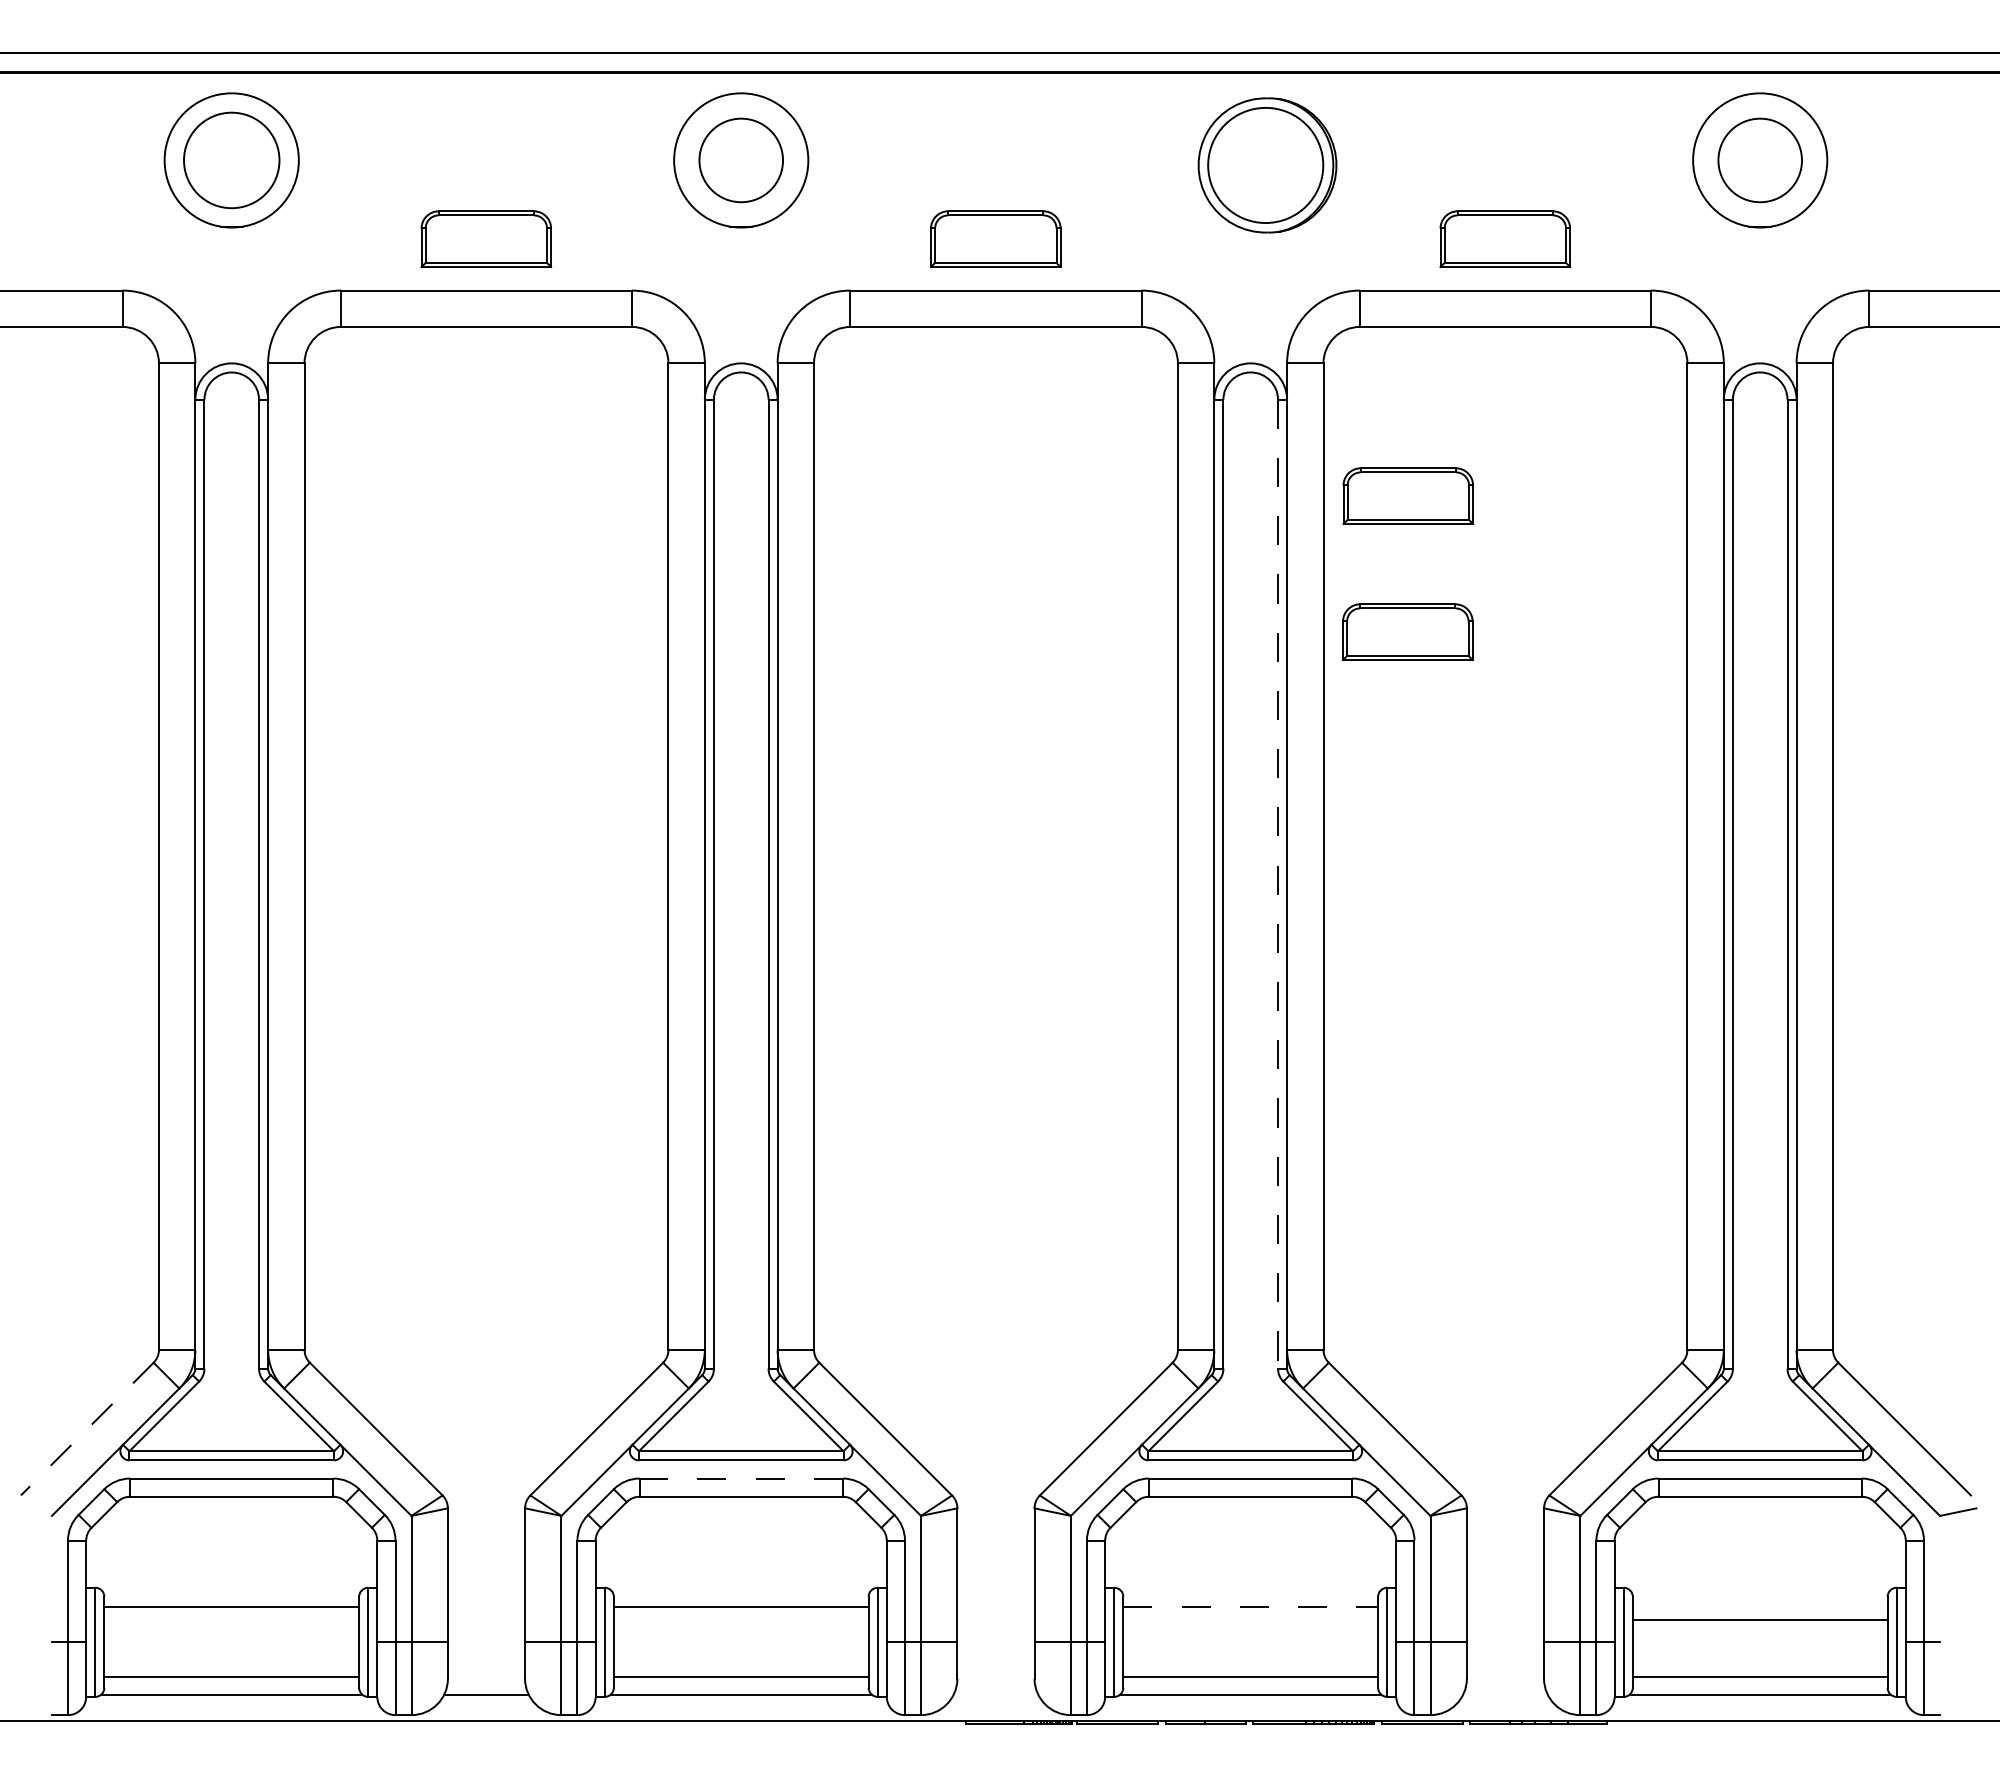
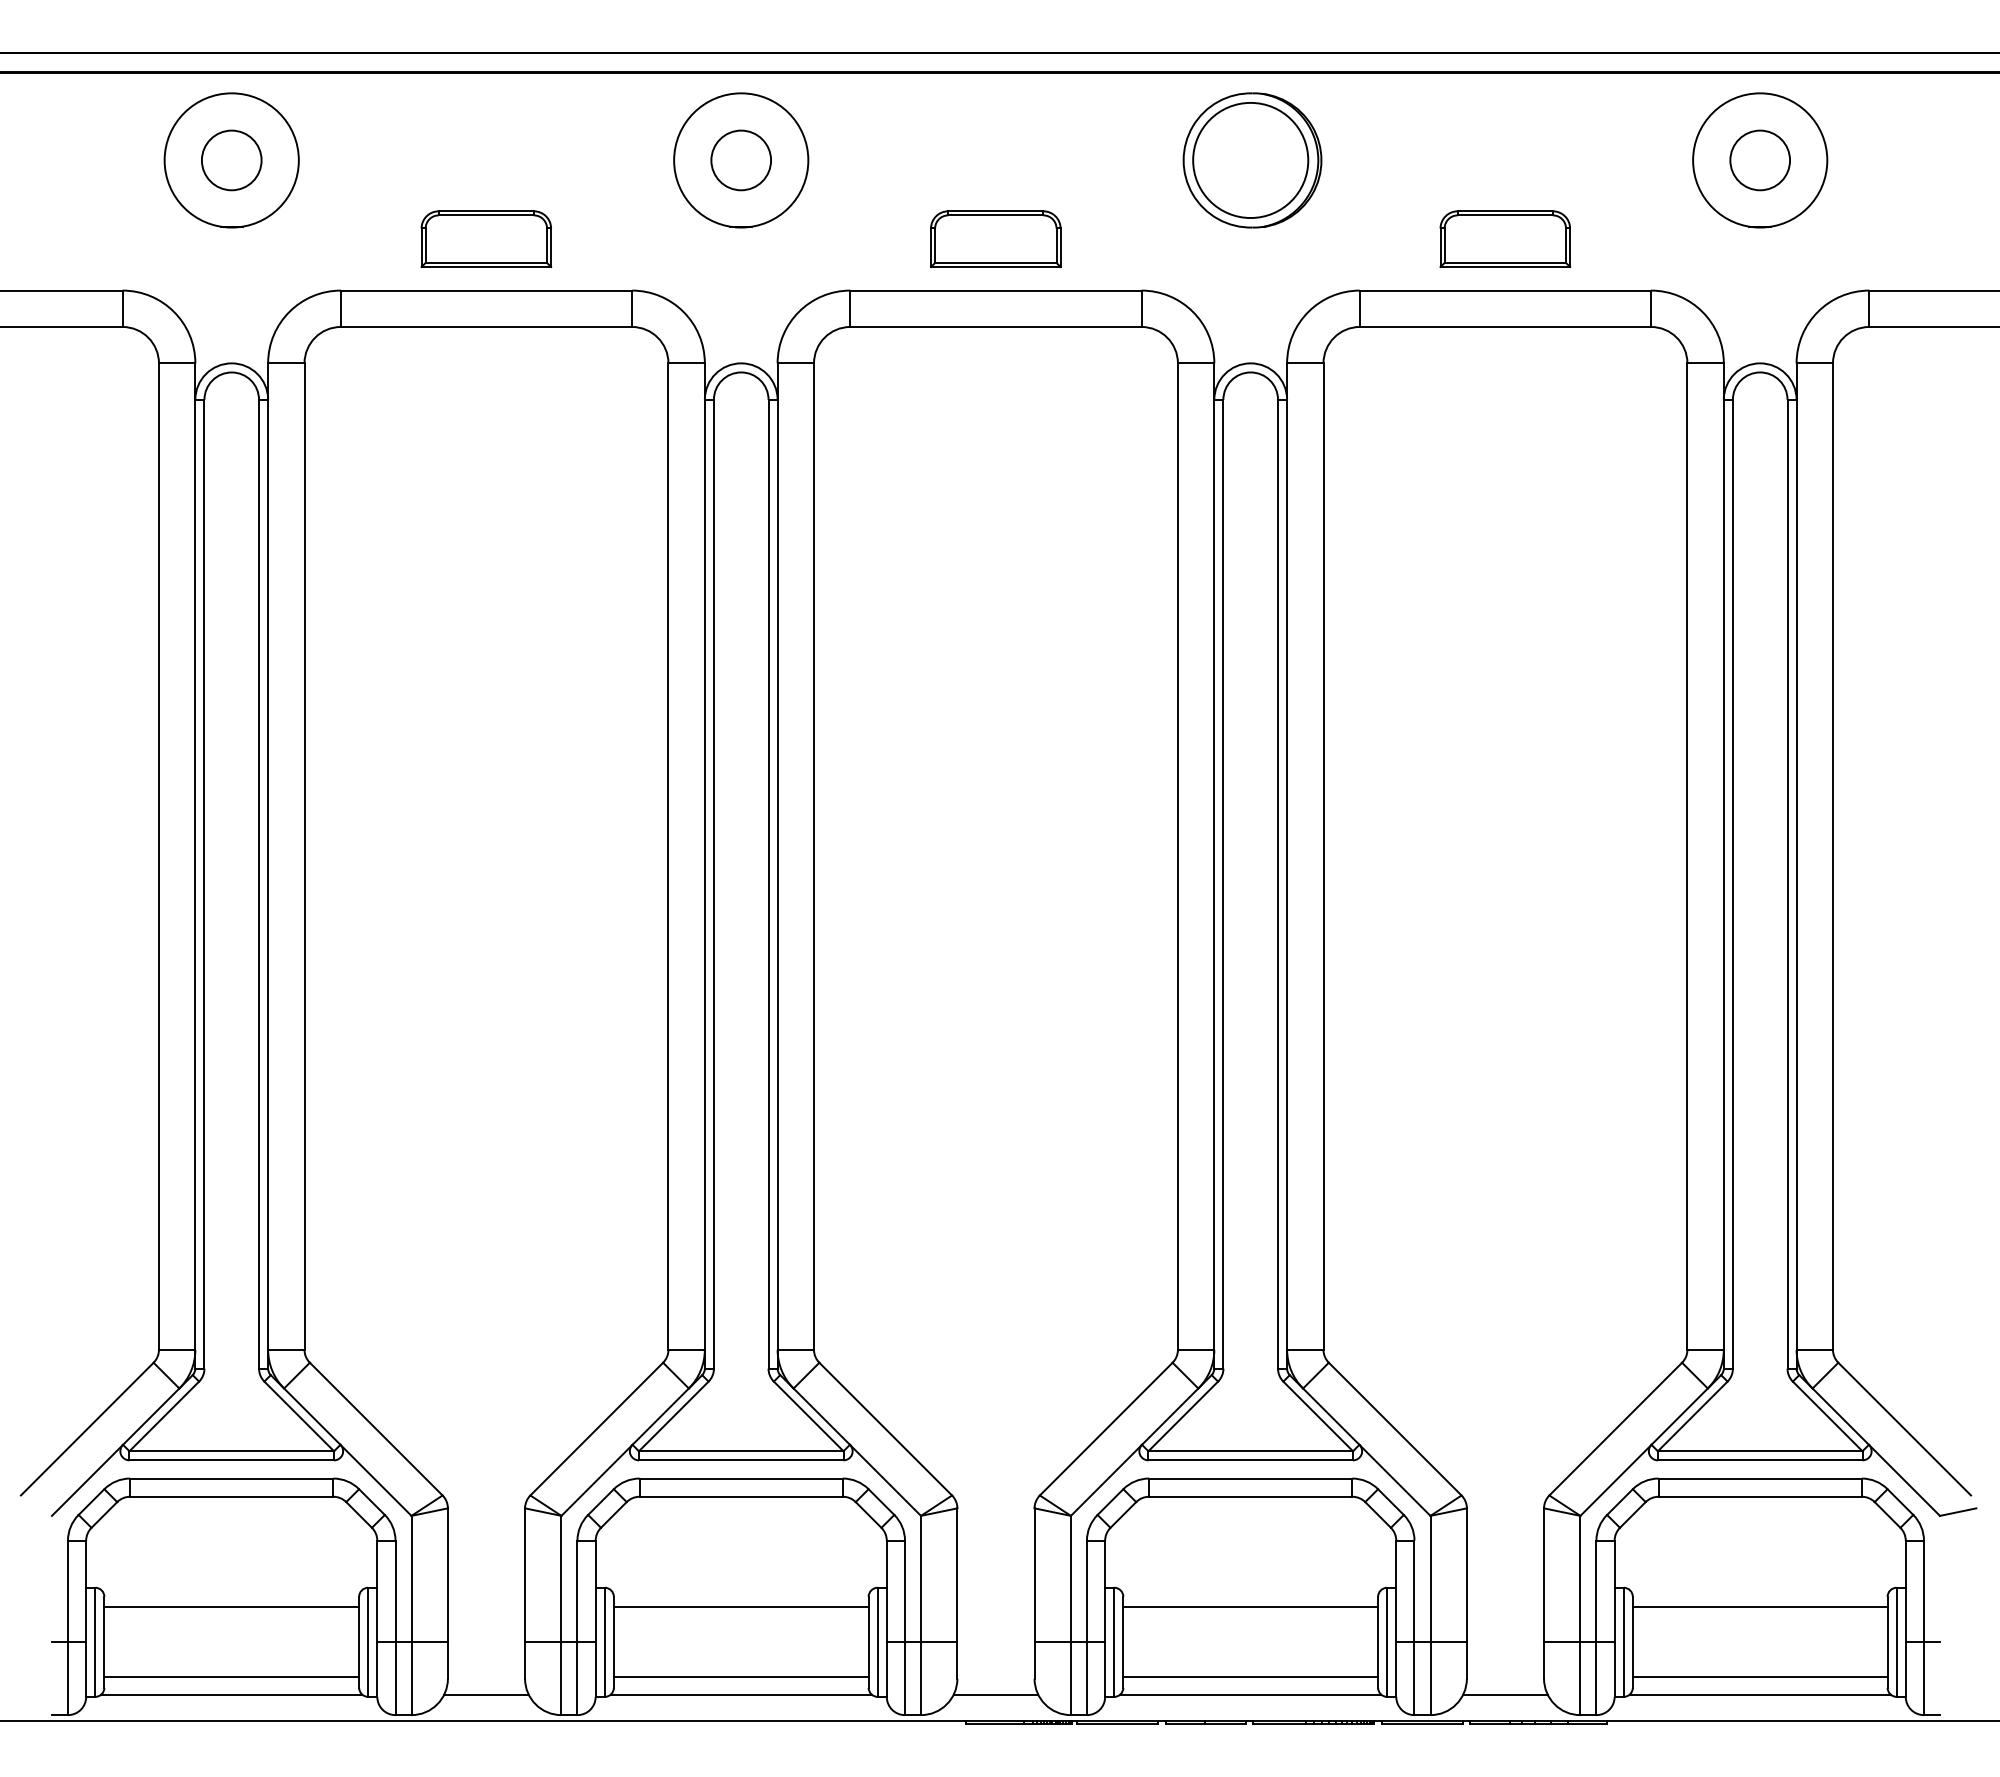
circle at (231, 160) diameter: 95 px -> 60 px
circle at (741, 160) diameter: 84 px -> 60 px
circle at (1759, 160) diameter: 84 px -> 60 px
part at (1267, 165) position: (1267, 165) -> (1252, 160)
part at (1408, 496): present -> none
part at (1407, 632): present -> none
line at (1278, 884): dashed -> solid
line at (87, 1429): dashed -> solid
line at (741, 1478): dashed -> solid
line at (1251, 1607): dashed -> solid
line at (1759, 1620) position: (1759, 1620) -> (1759, 1607)
line at (995, 1694): none -> present
line at (1505, 1694): none -> present
